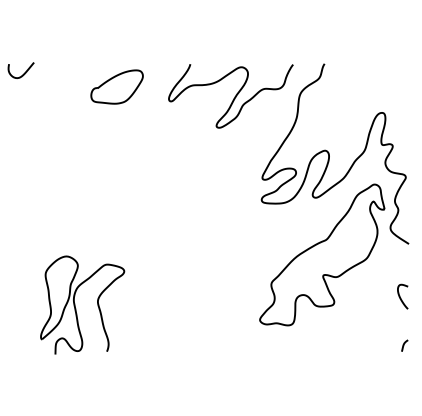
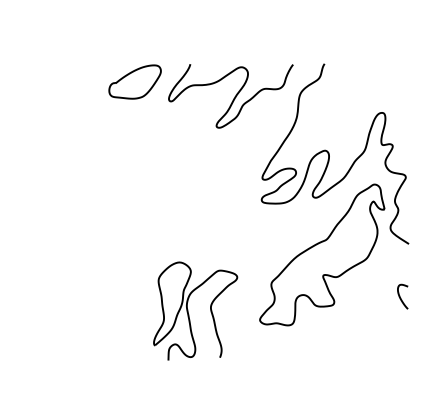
curve at (23, 73): present -> none
part at (116, 86) position: (116, 86) -> (134, 81)
part at (75, 304) position: (75, 304) -> (188, 310)
curve at (404, 345): present -> none
